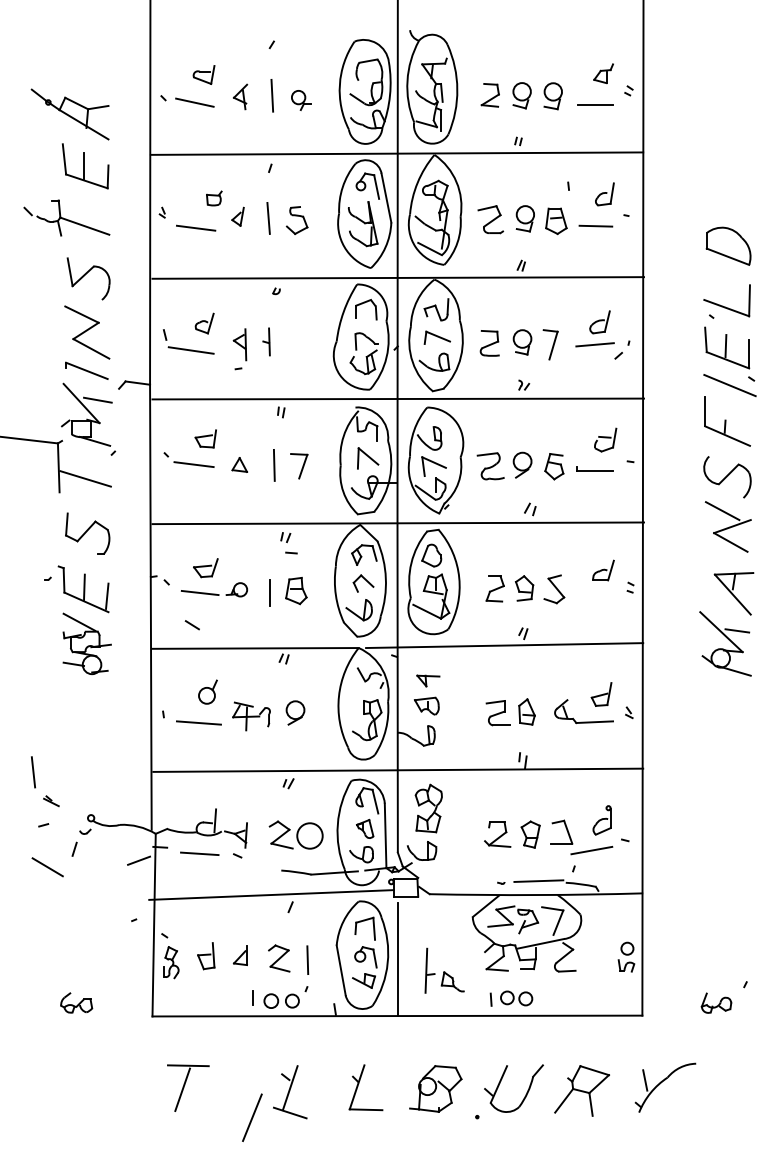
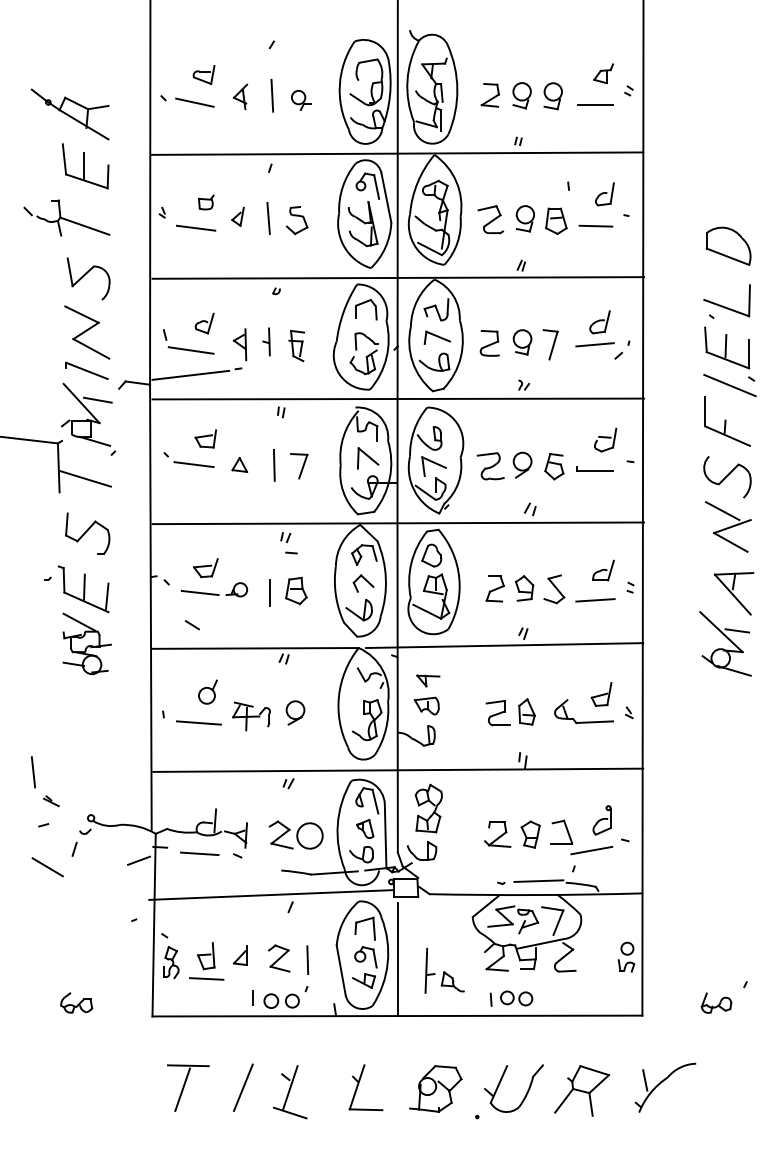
part at (214, 198) position: (214, 198) -> (206, 202)
part at (296, 346): none -> present
line at (190, 374): none -> present
line at (595, 600): none -> present
line at (206, 978): none -> present
line at (252, 1117) position: (252, 1117) -> (243, 1087)
